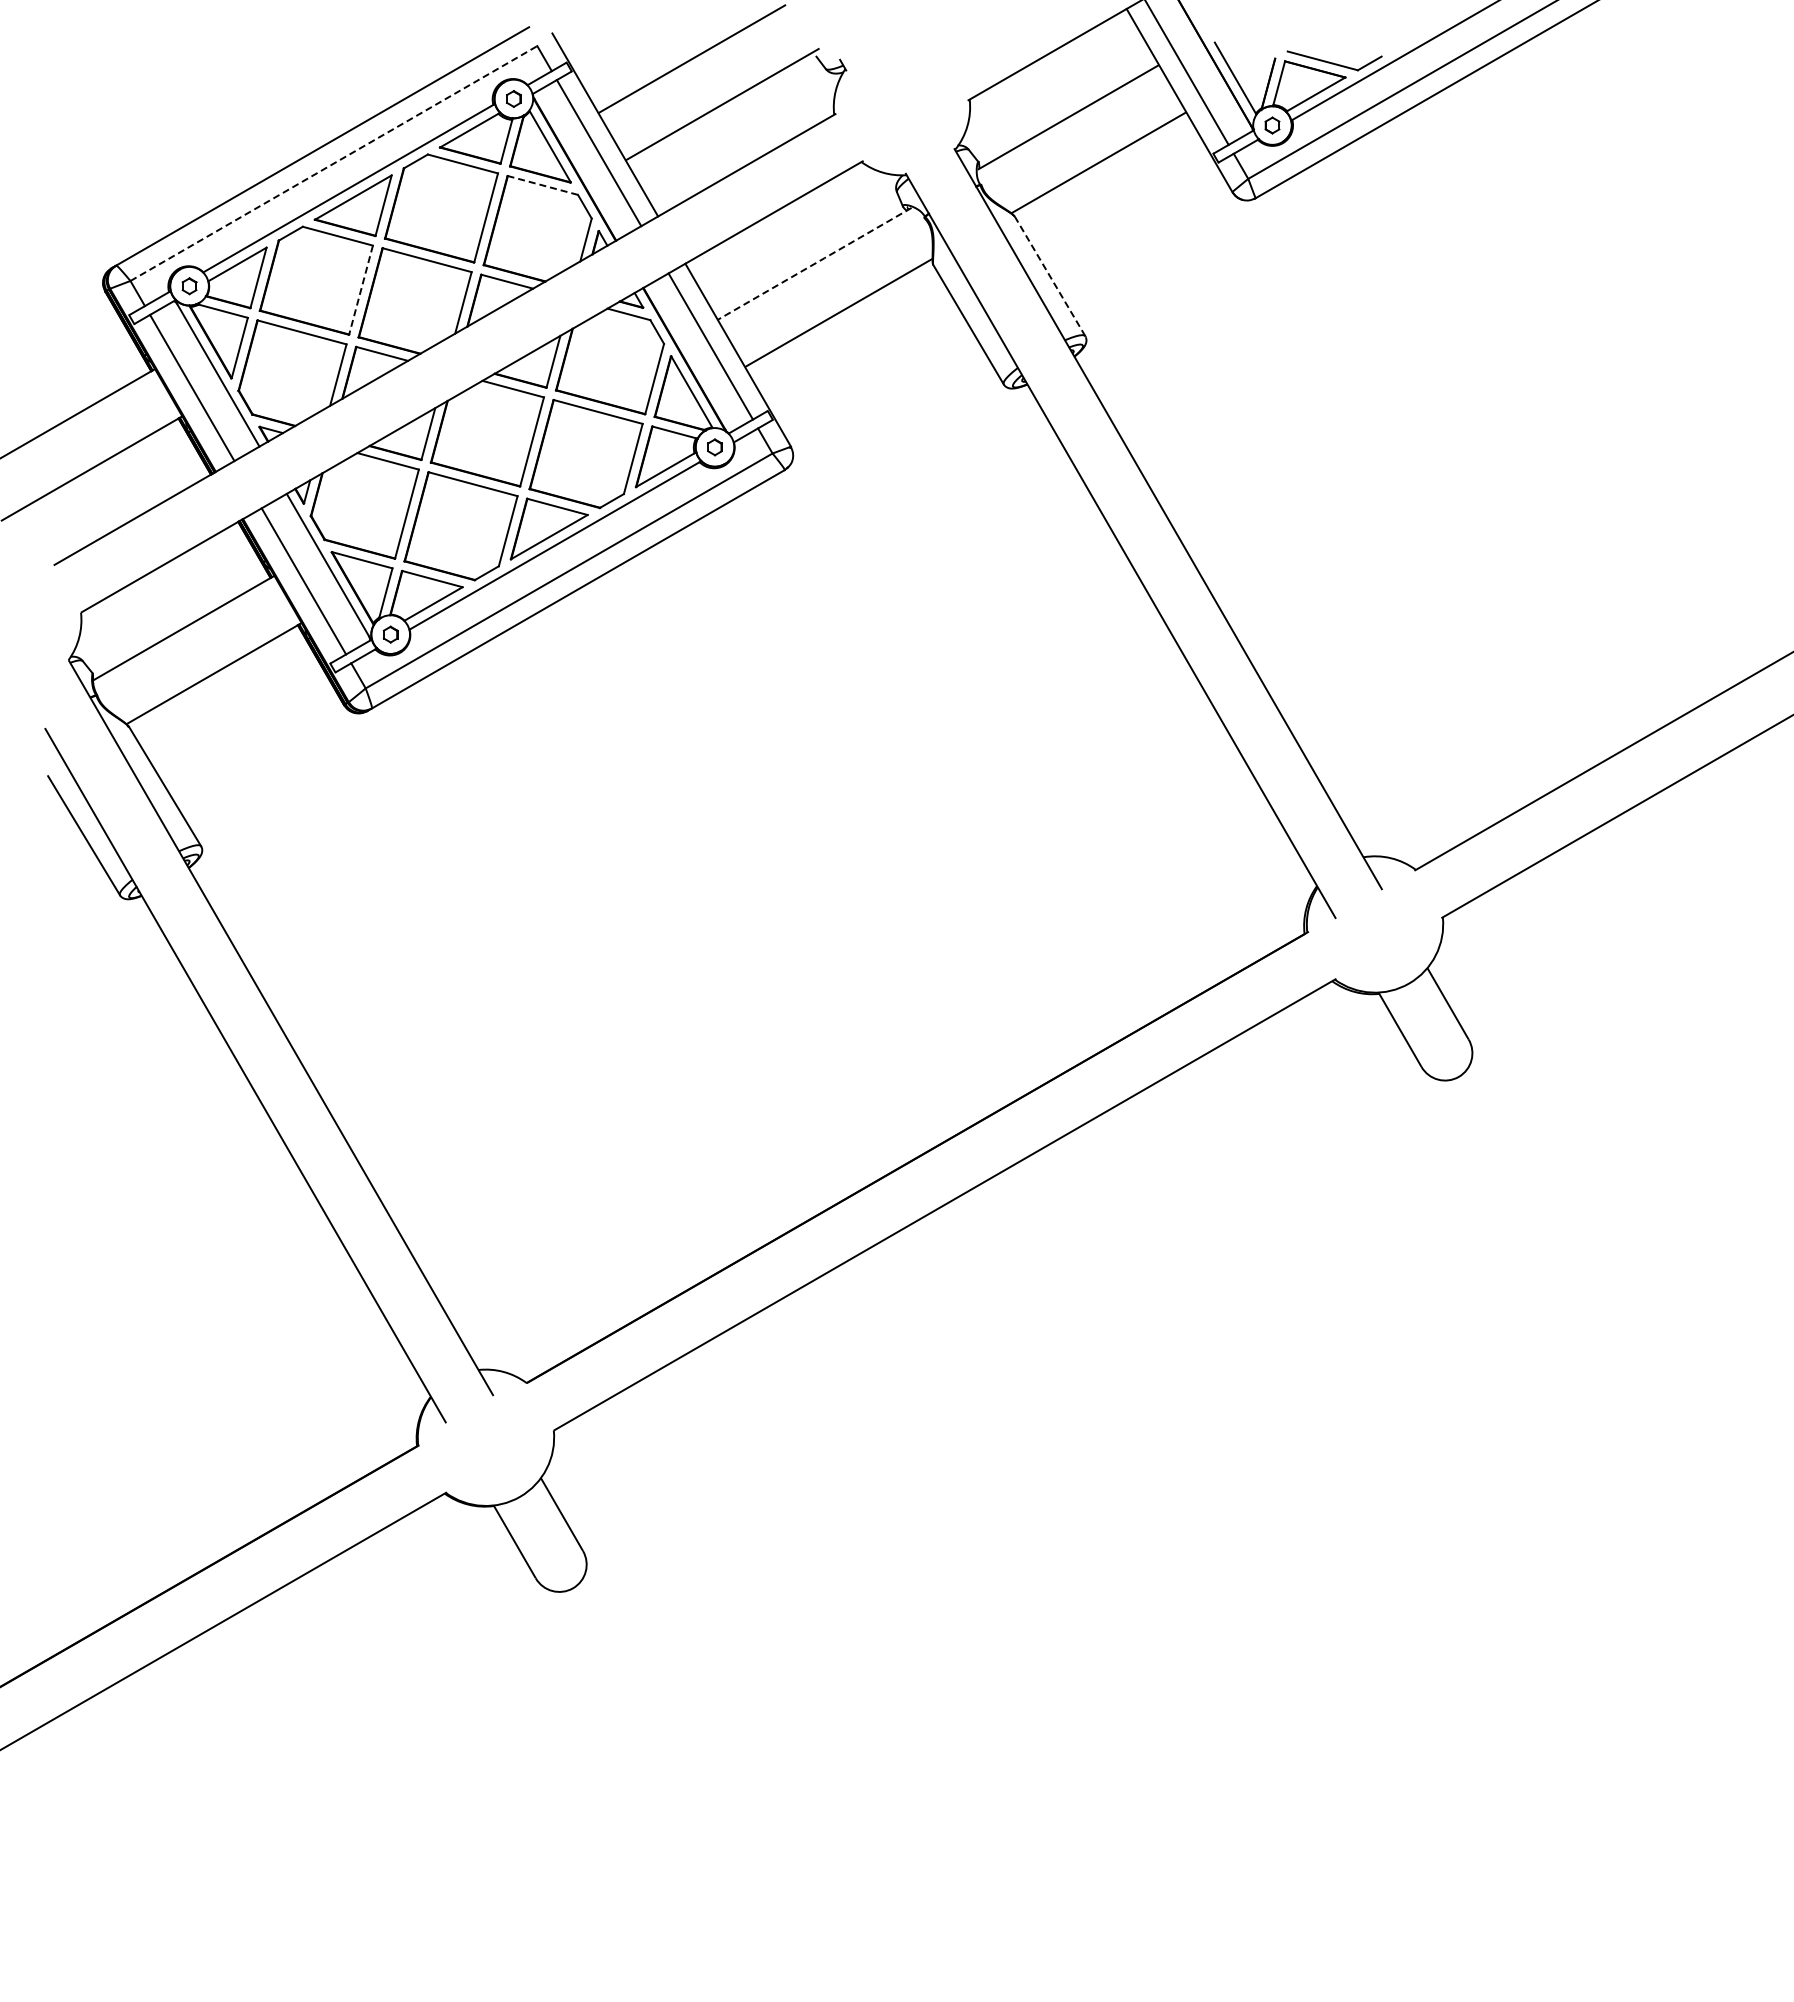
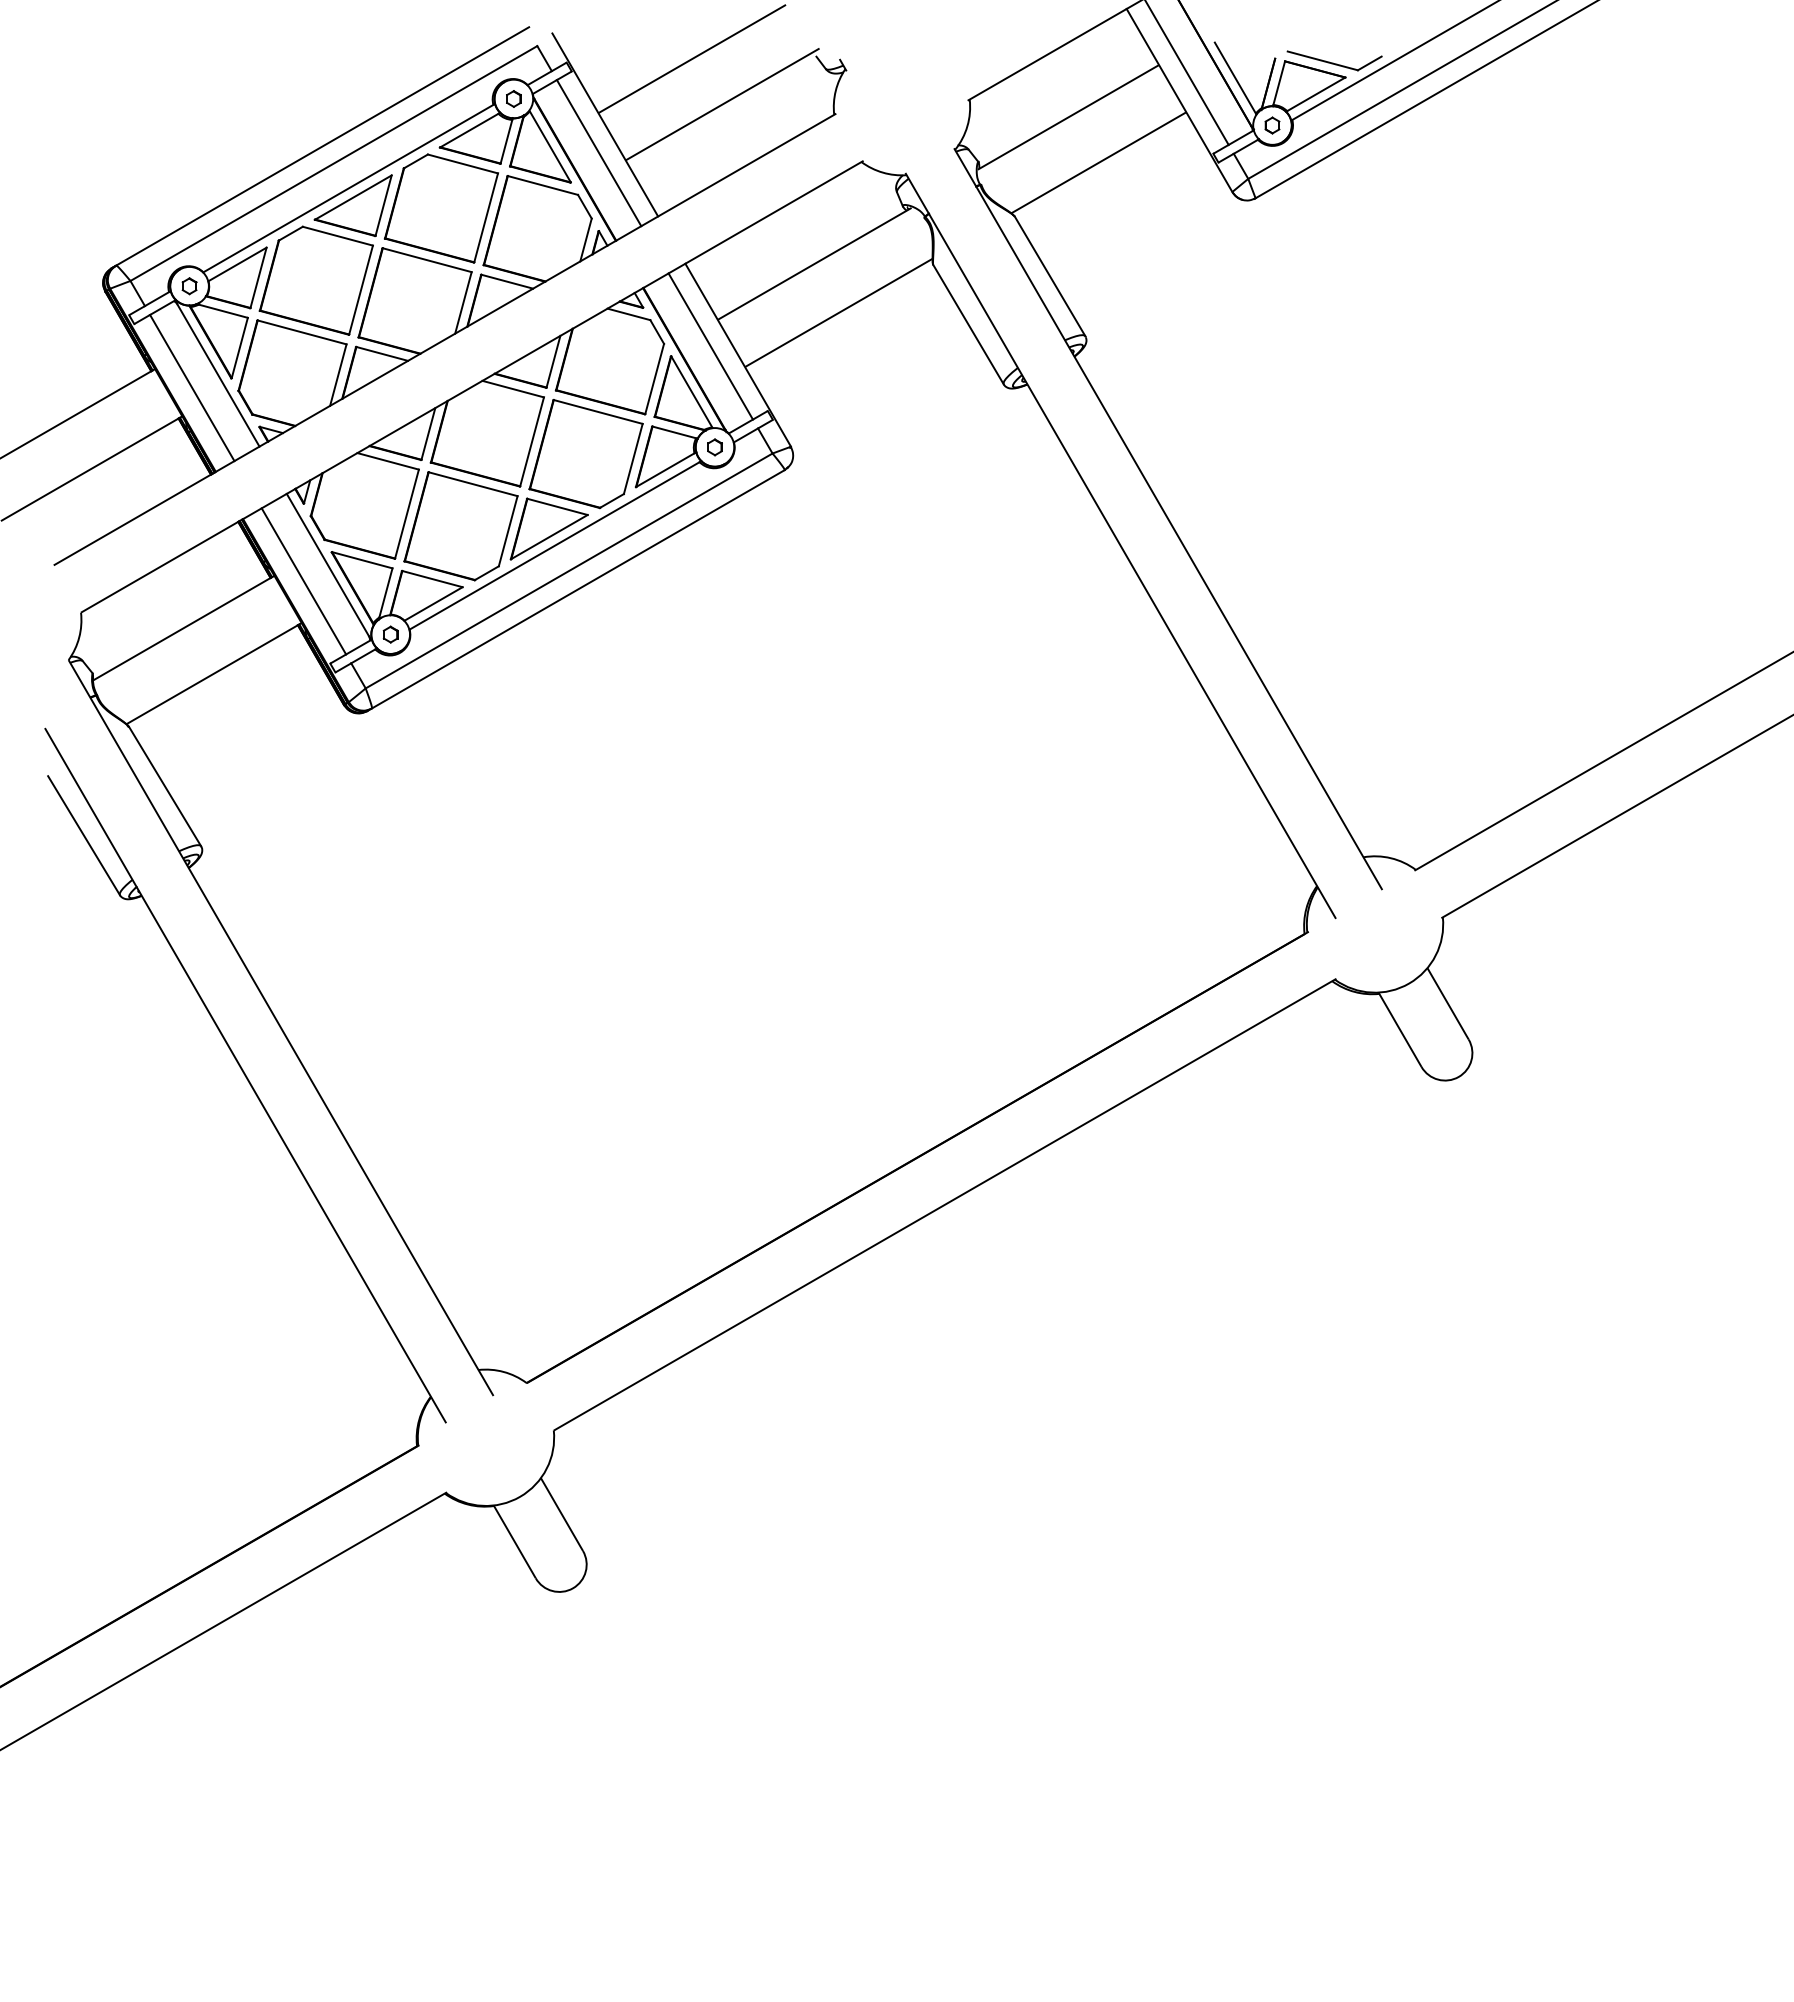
line at (333, 163): dashed -> solid
line at (542, 185): dashed -> solid
line at (814, 263): dashed -> solid
line at (1049, 276): dashed -> solid
line at (361, 290): dashed -> solid
